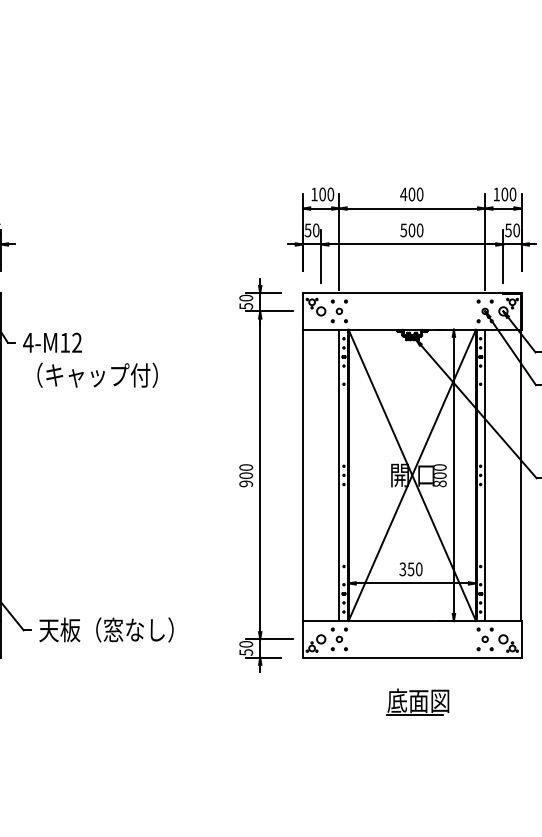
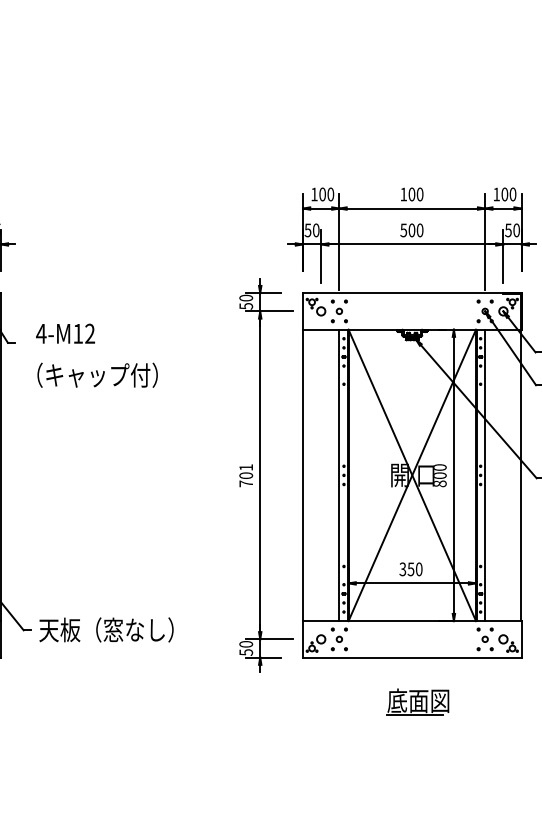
text at (403, 194): 400 -> 100
text at (52, 342) position: (52, 342) -> (65, 333)
text at (246, 475): 900 -> 701
